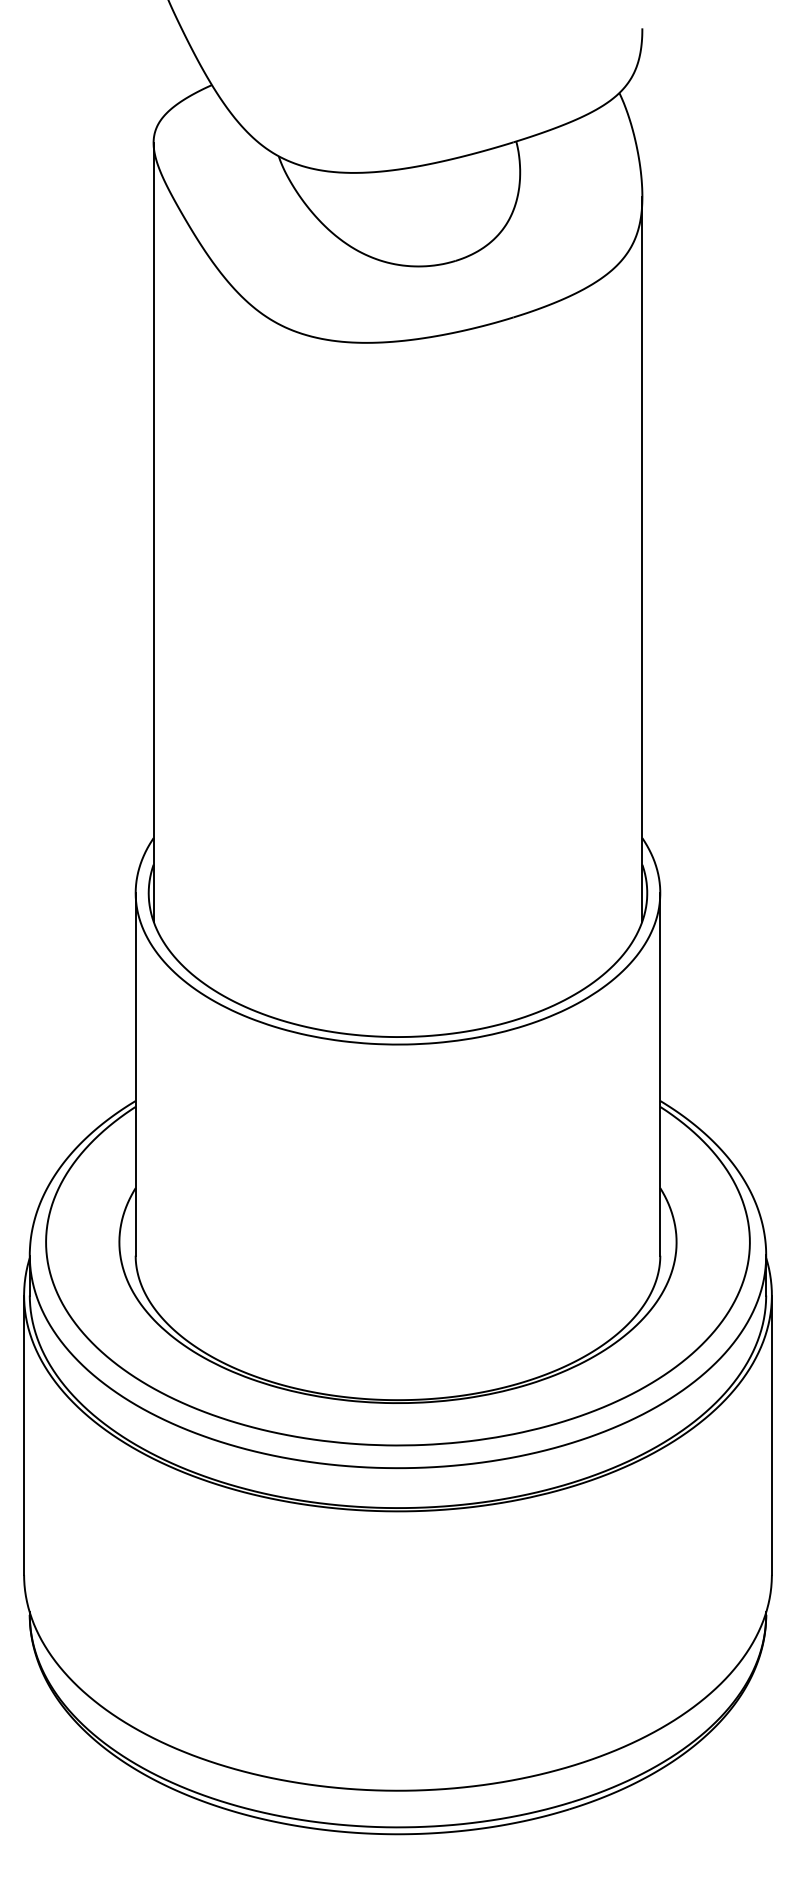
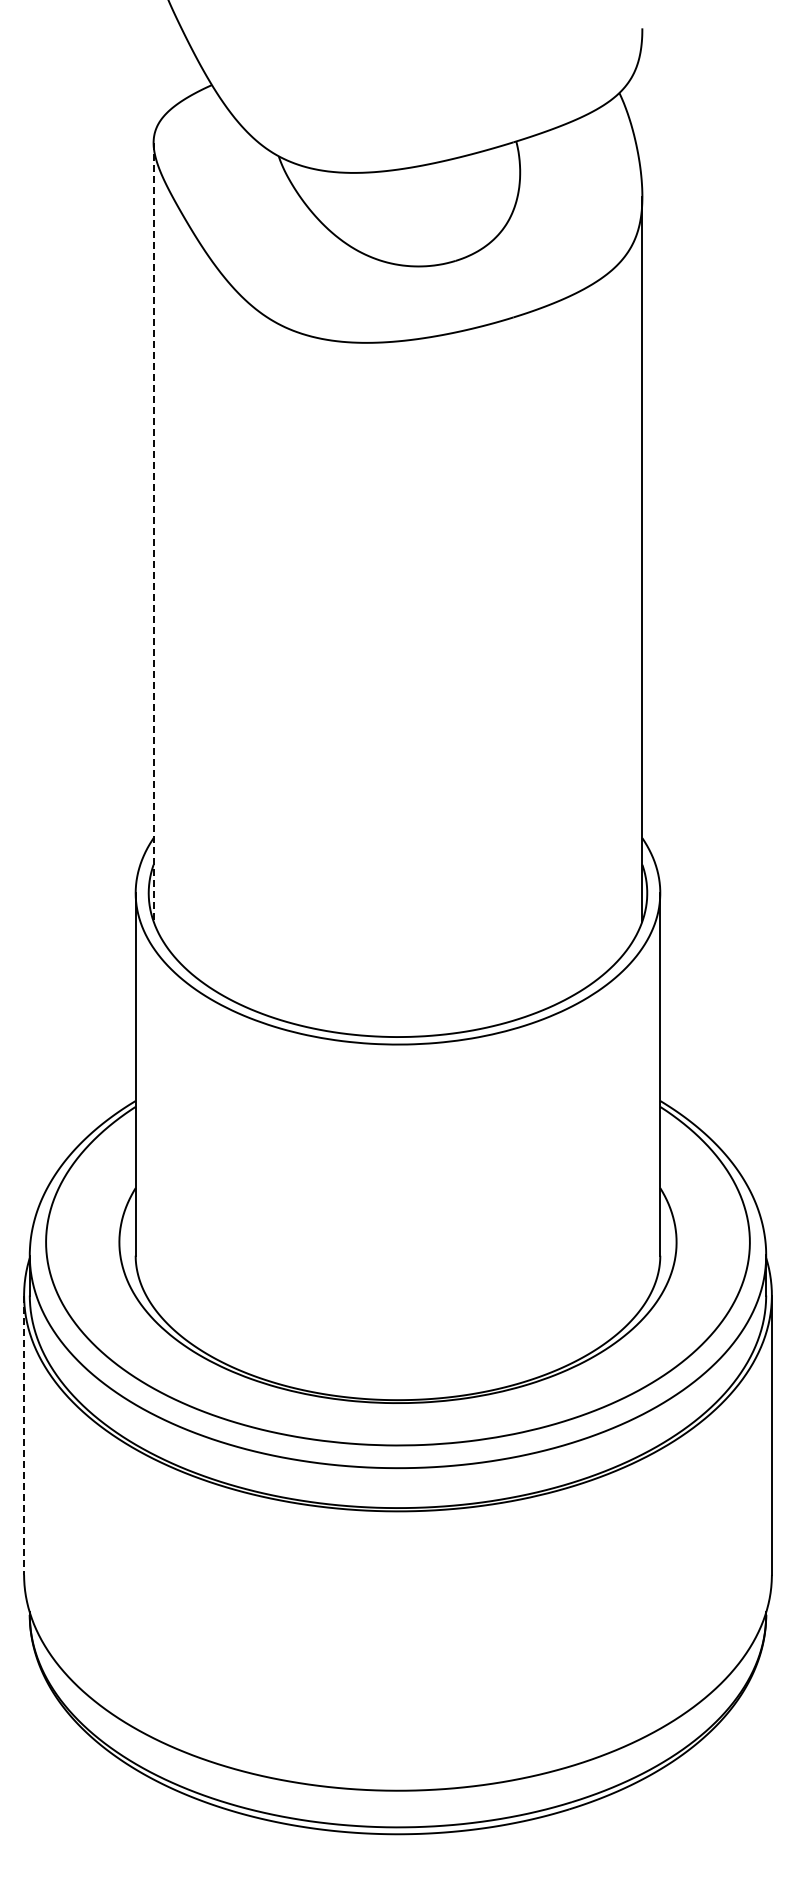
line at (153, 532): solid -> dashed
line at (24, 1435): solid -> dashed
